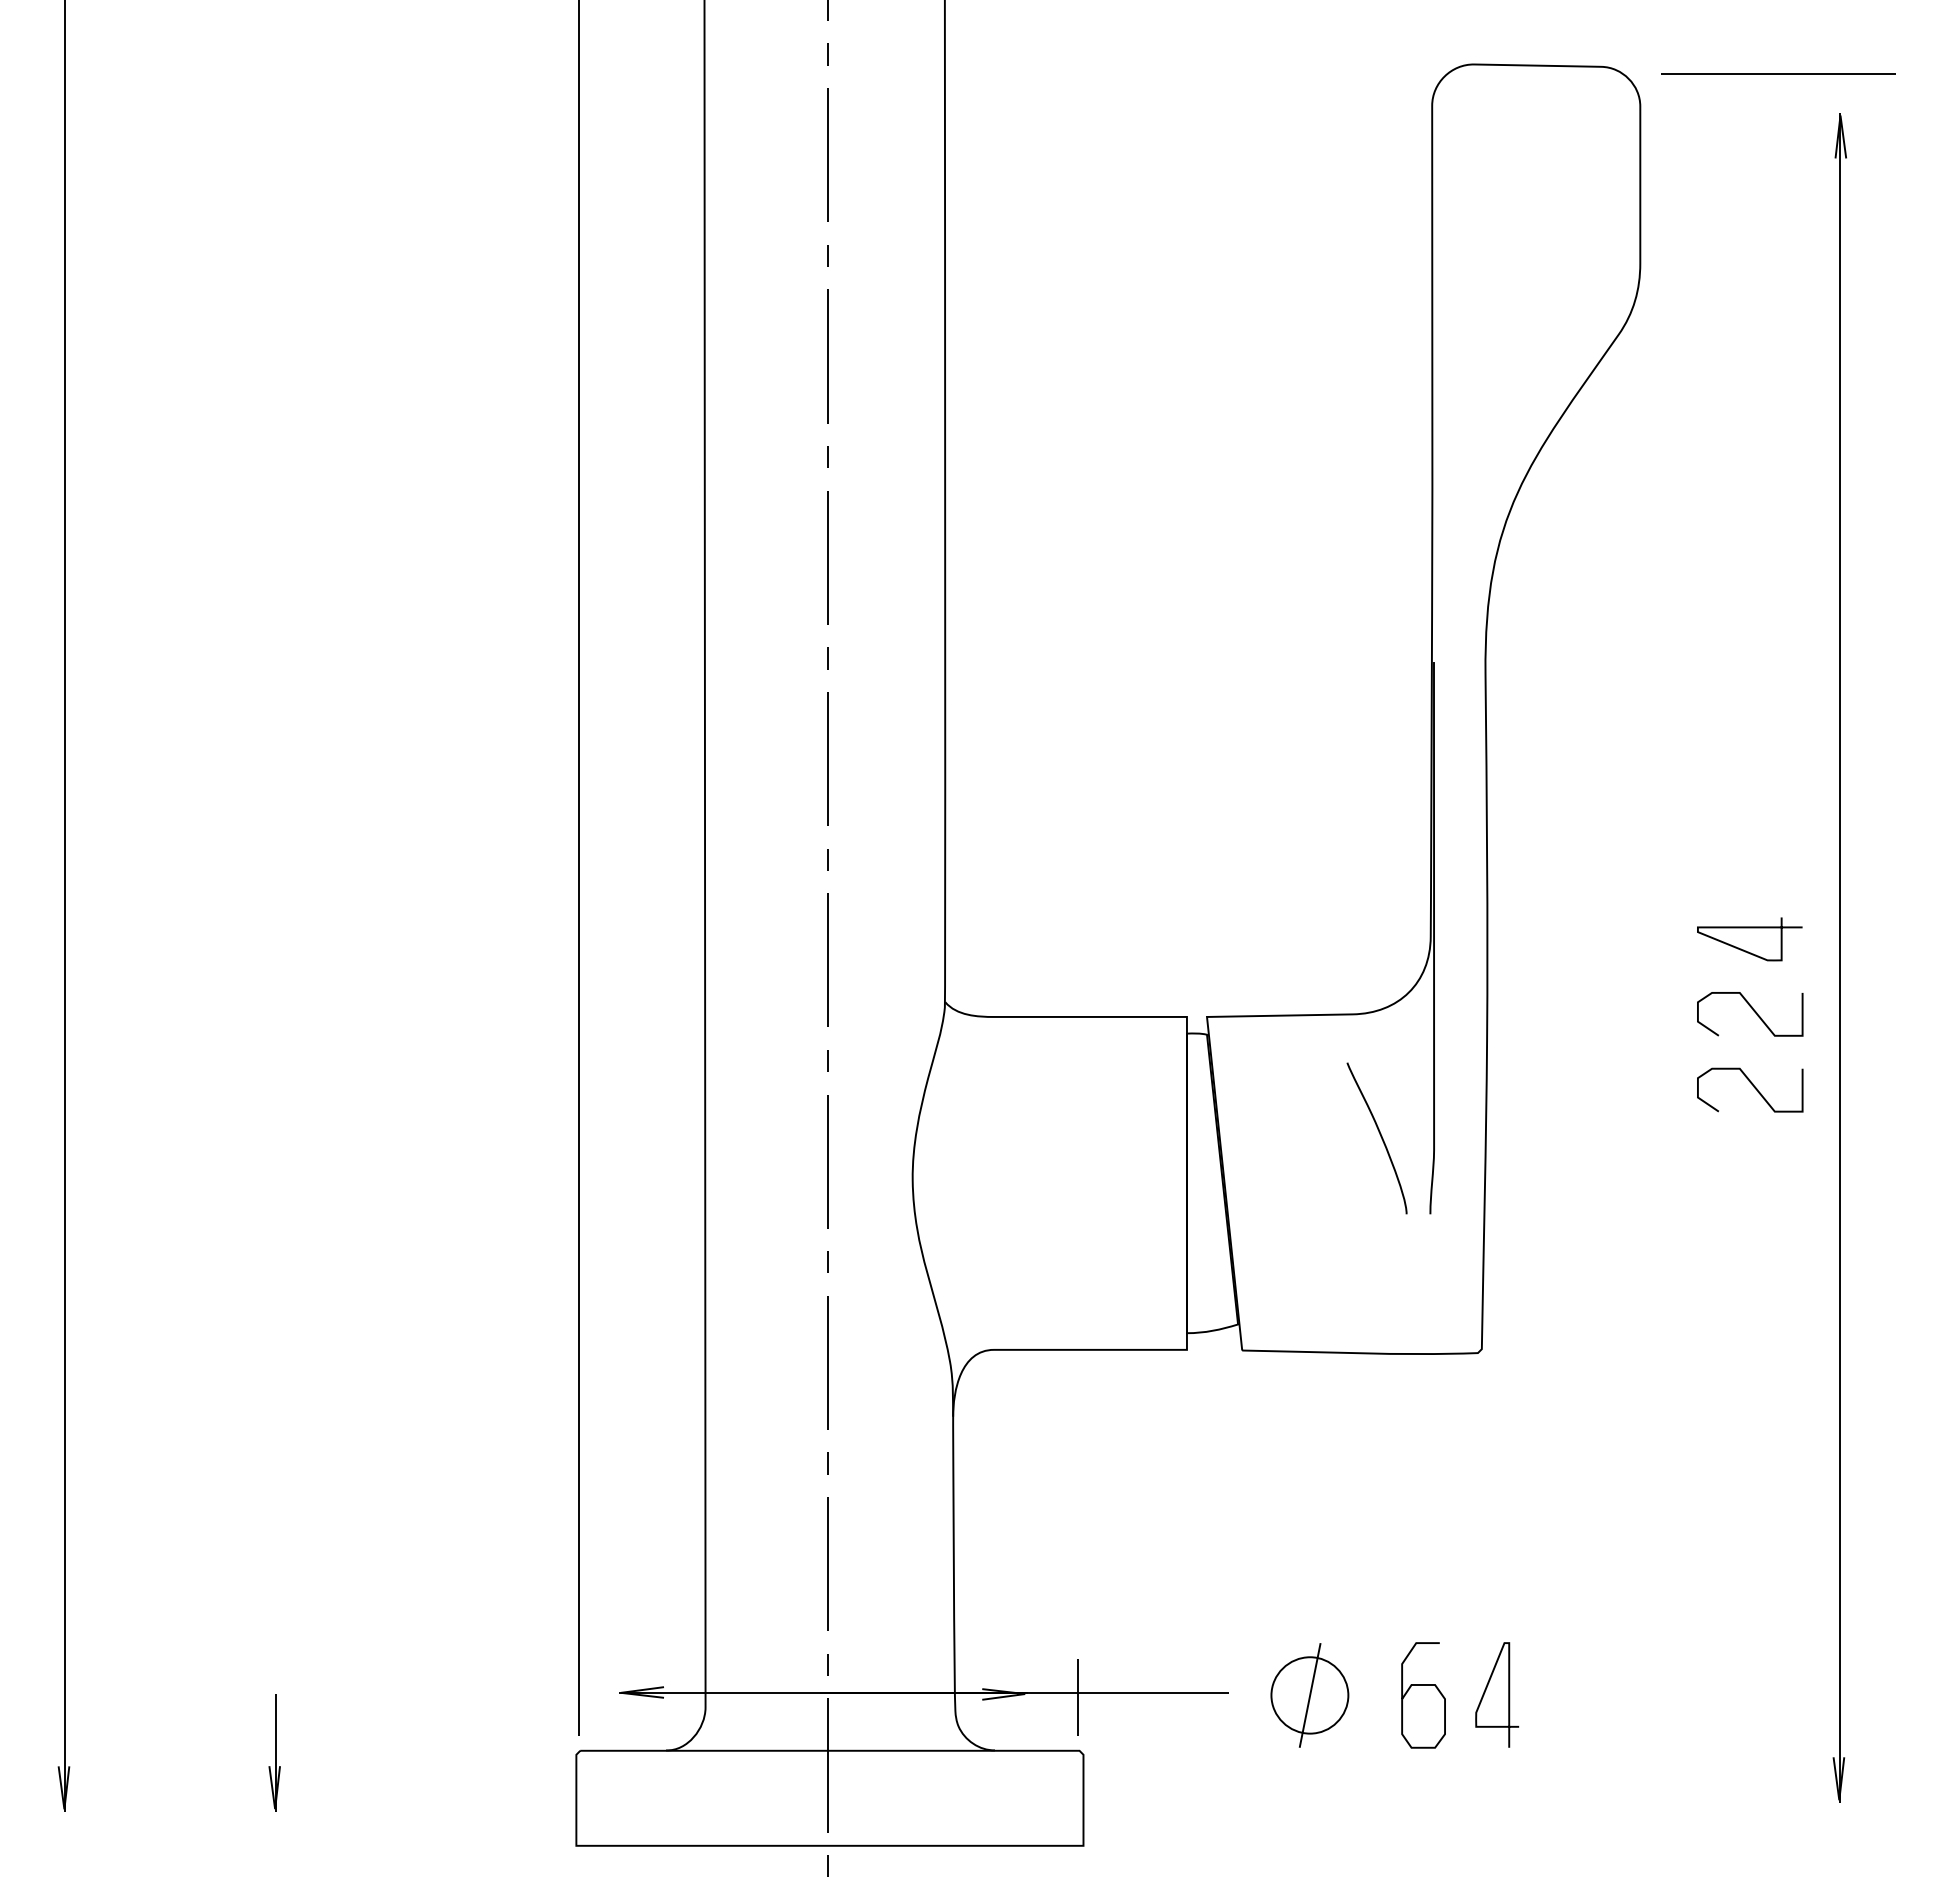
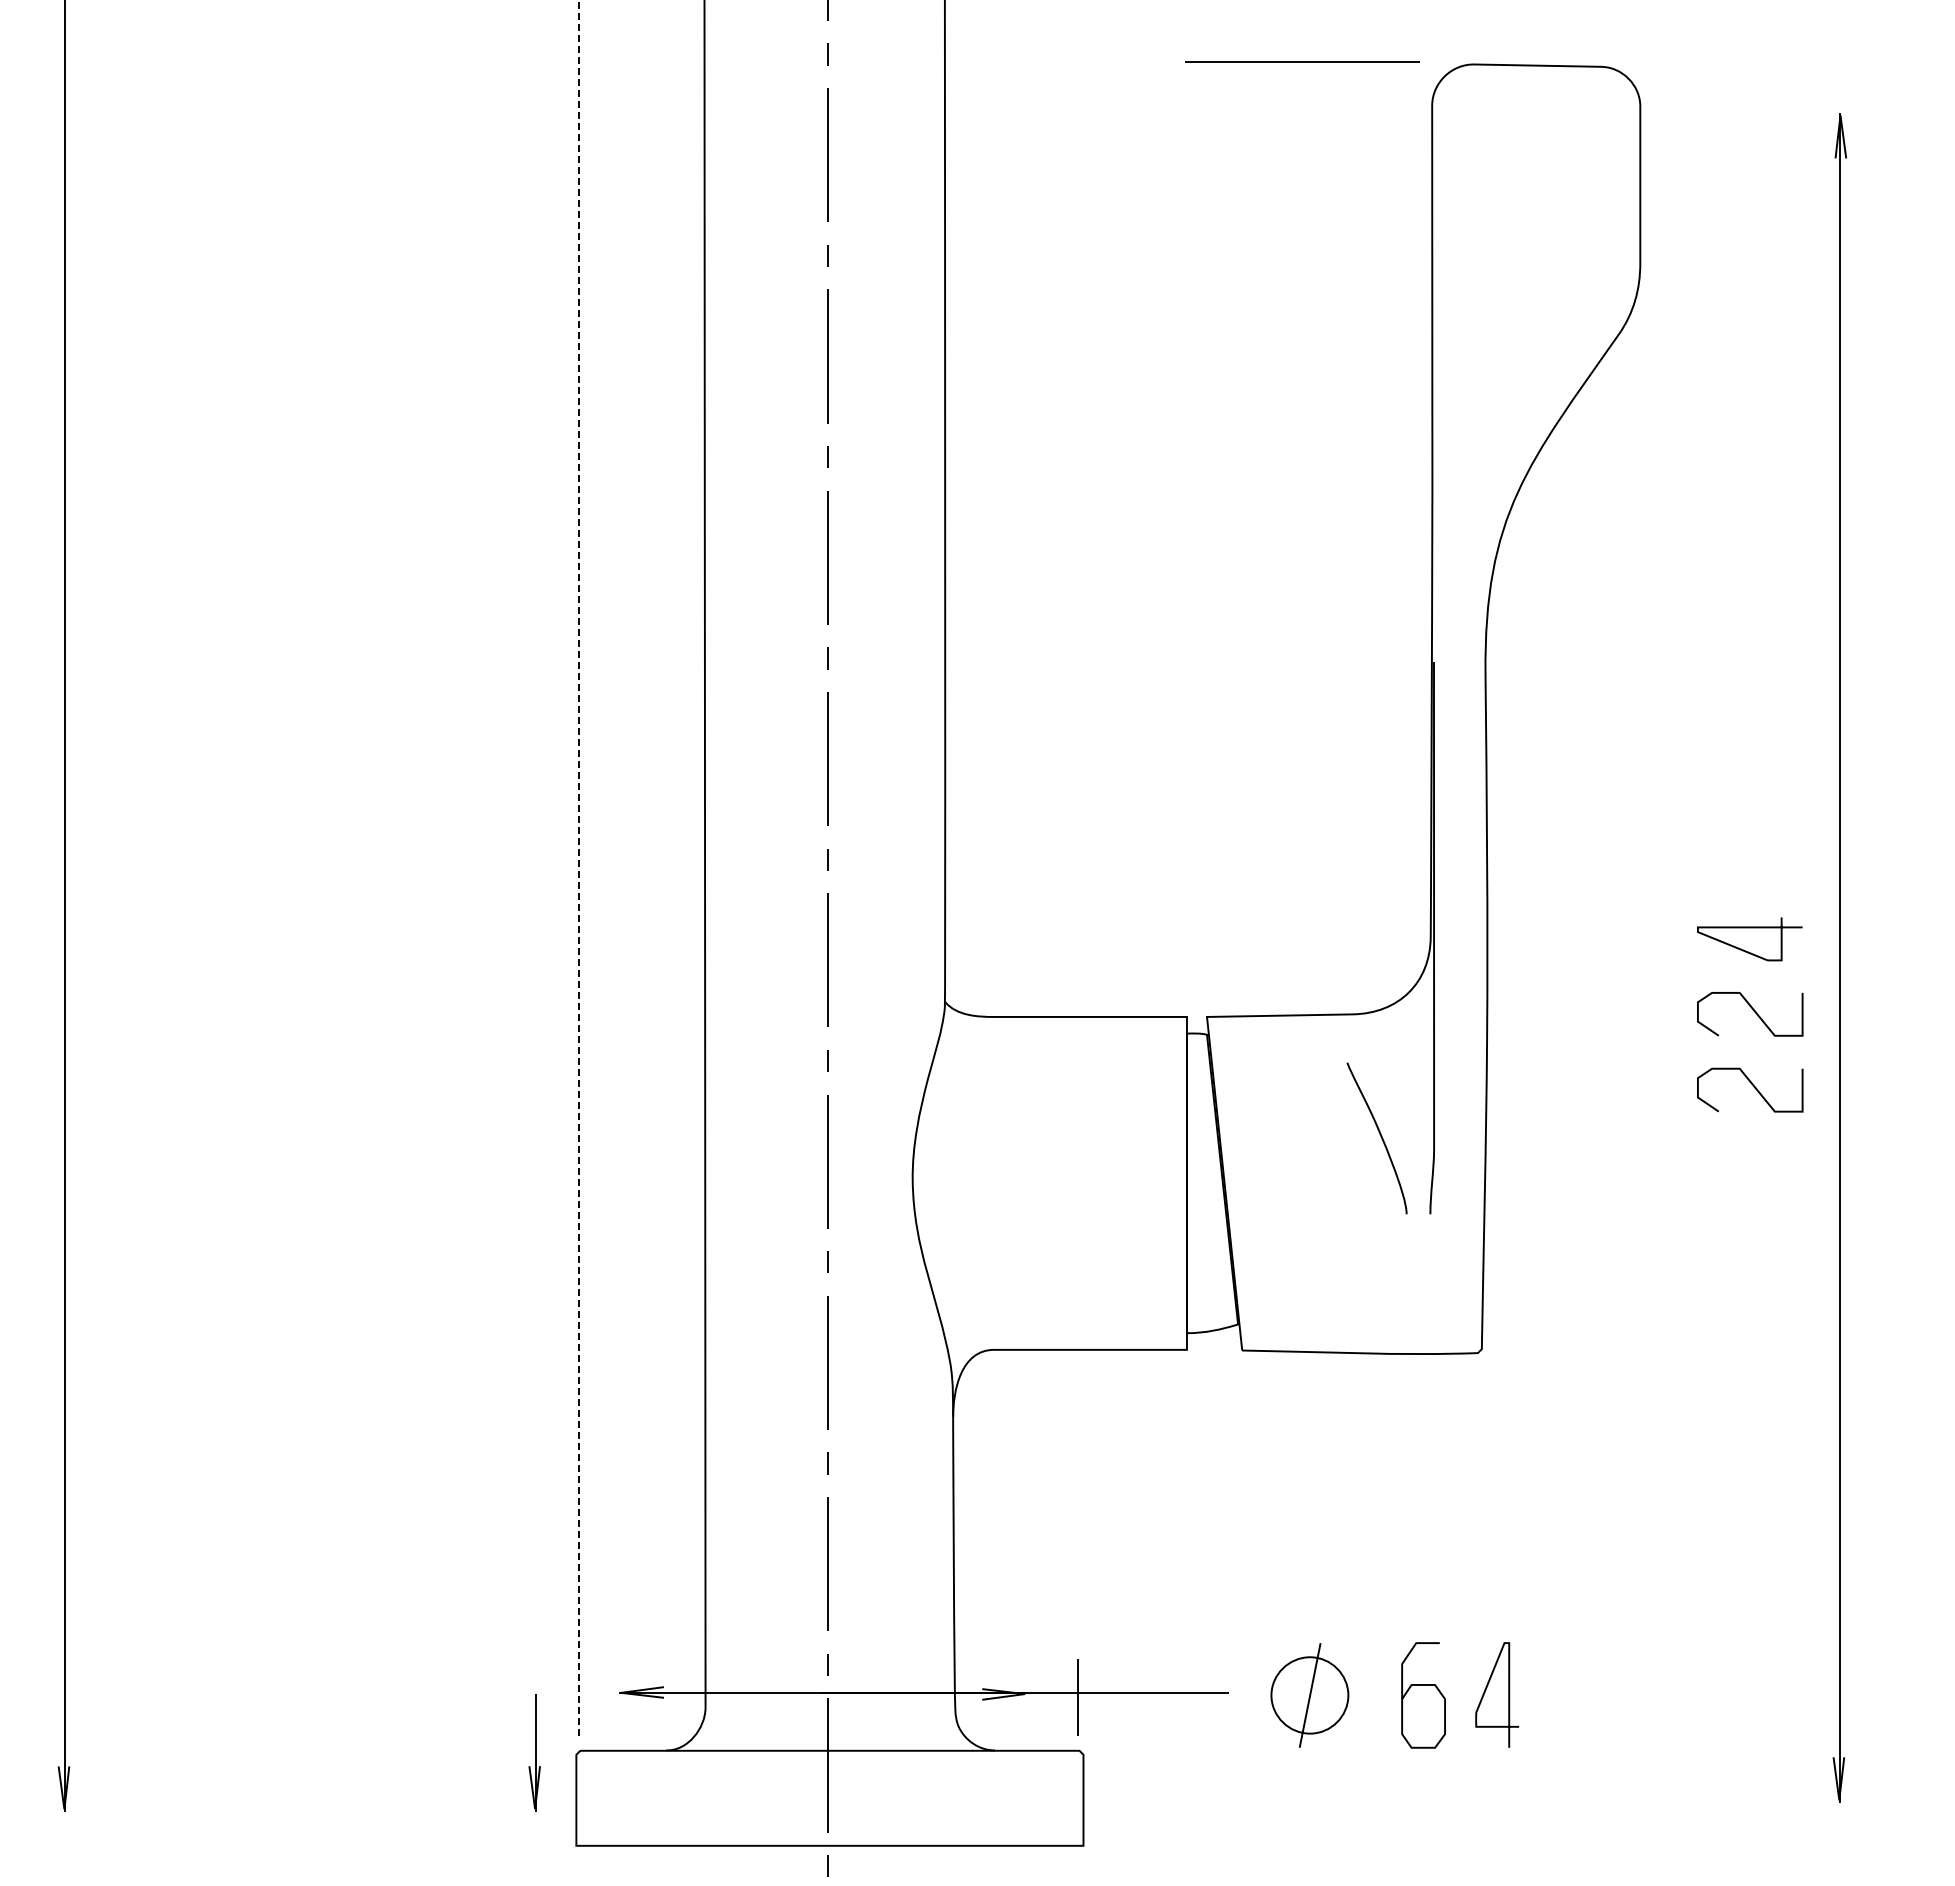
line at (1778, 73) position: (1778, 73) -> (1302, 61)
line at (579, 868): solid -> dashed
part at (274, 1752) position: (274, 1752) -> (534, 1752)
